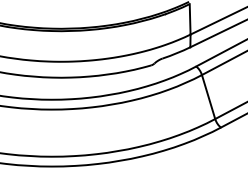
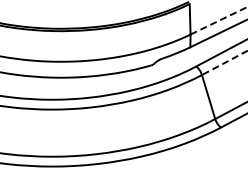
line at (219, 20): solid -> dashed
line at (224, 62): solid -> dashed
